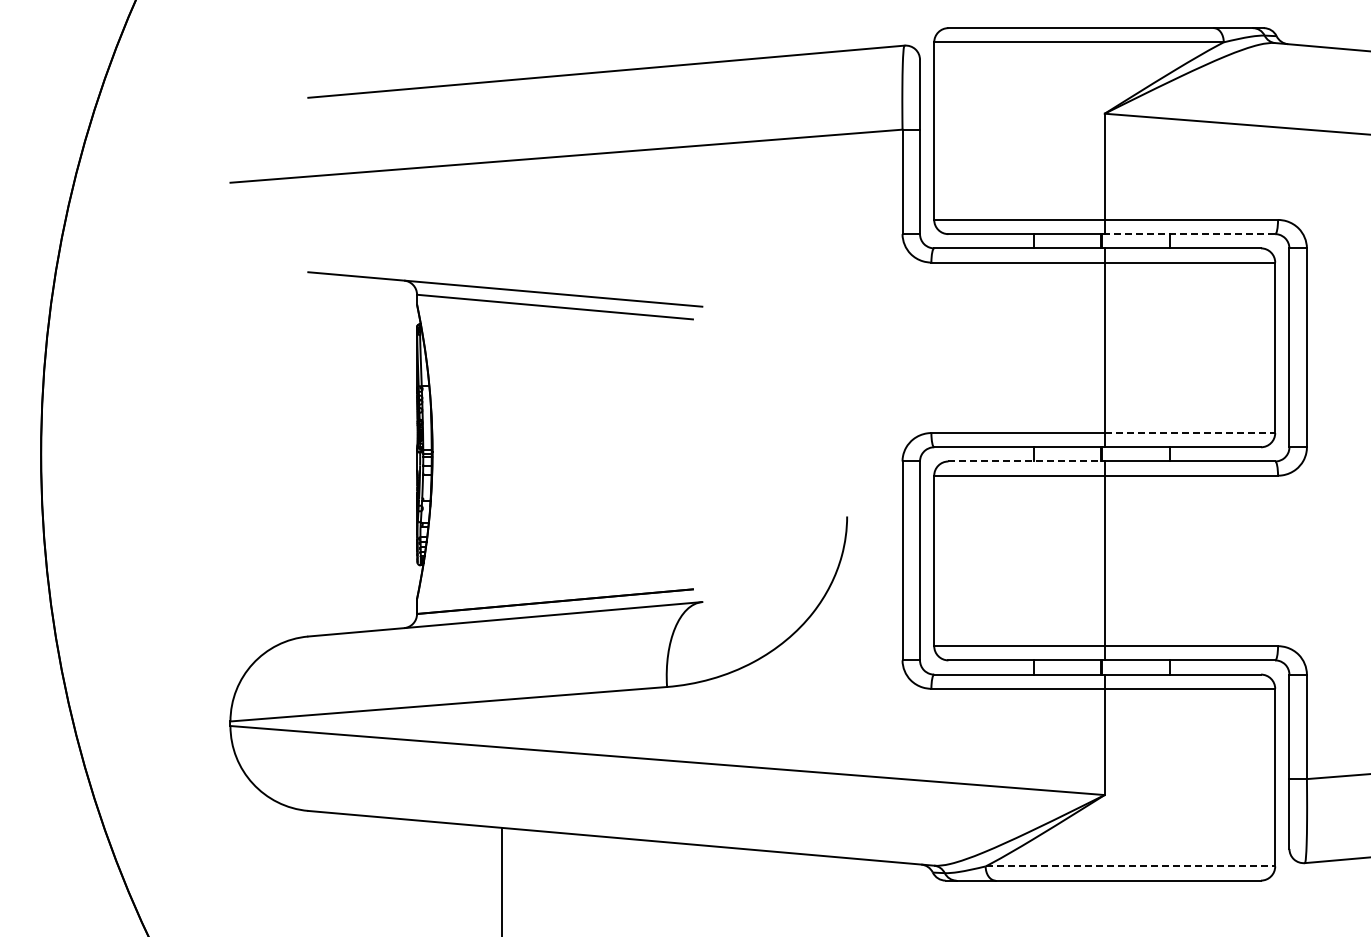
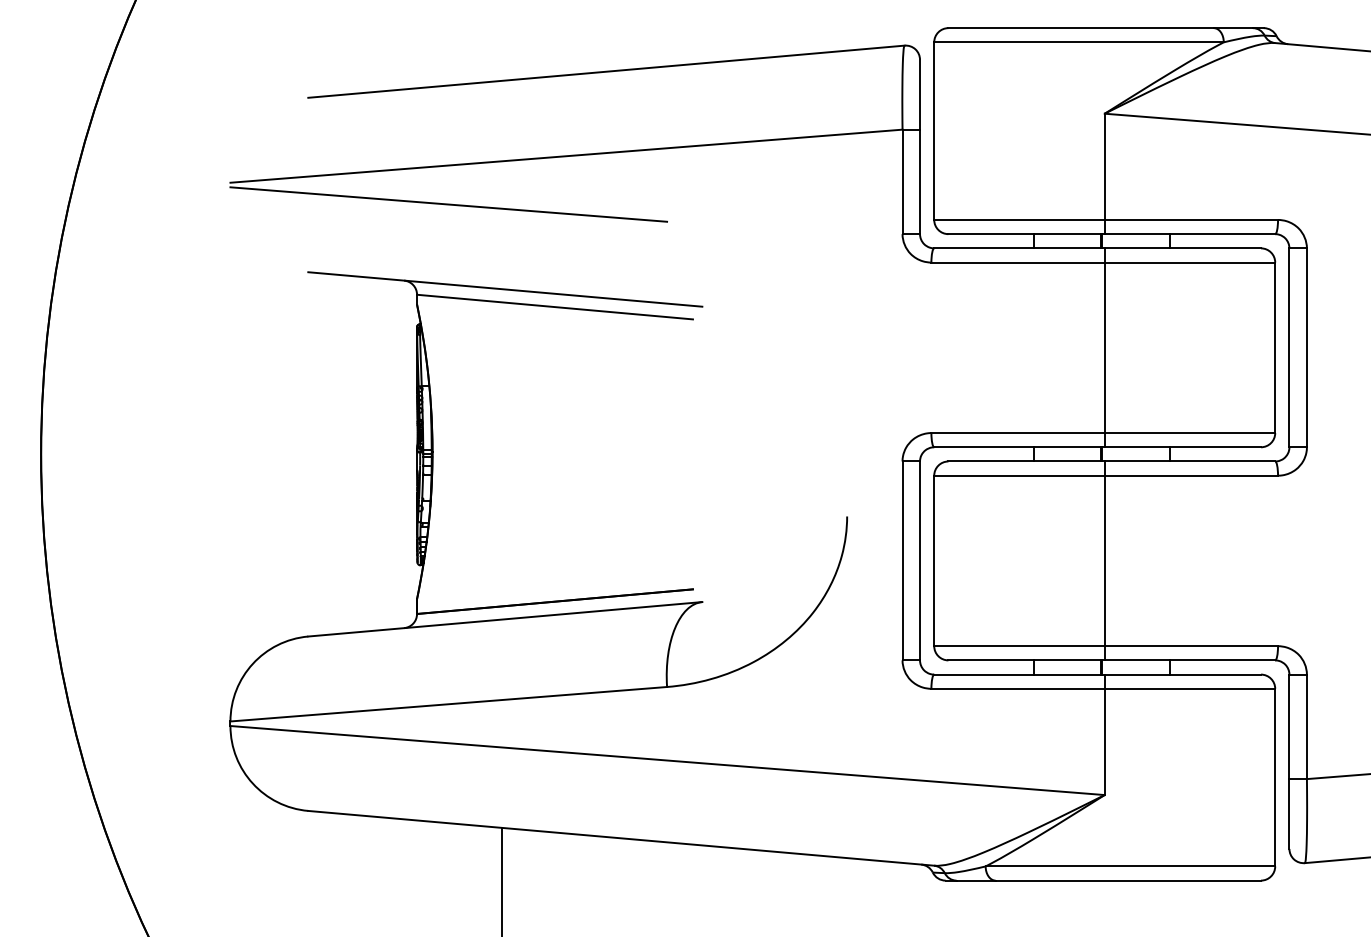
line at (448, 204): none -> present
line at (1189, 234): dashed -> solid
line at (1190, 433): dashed -> solid
line at (1027, 461): dashed -> solid
line at (1130, 866): dashed -> solid
